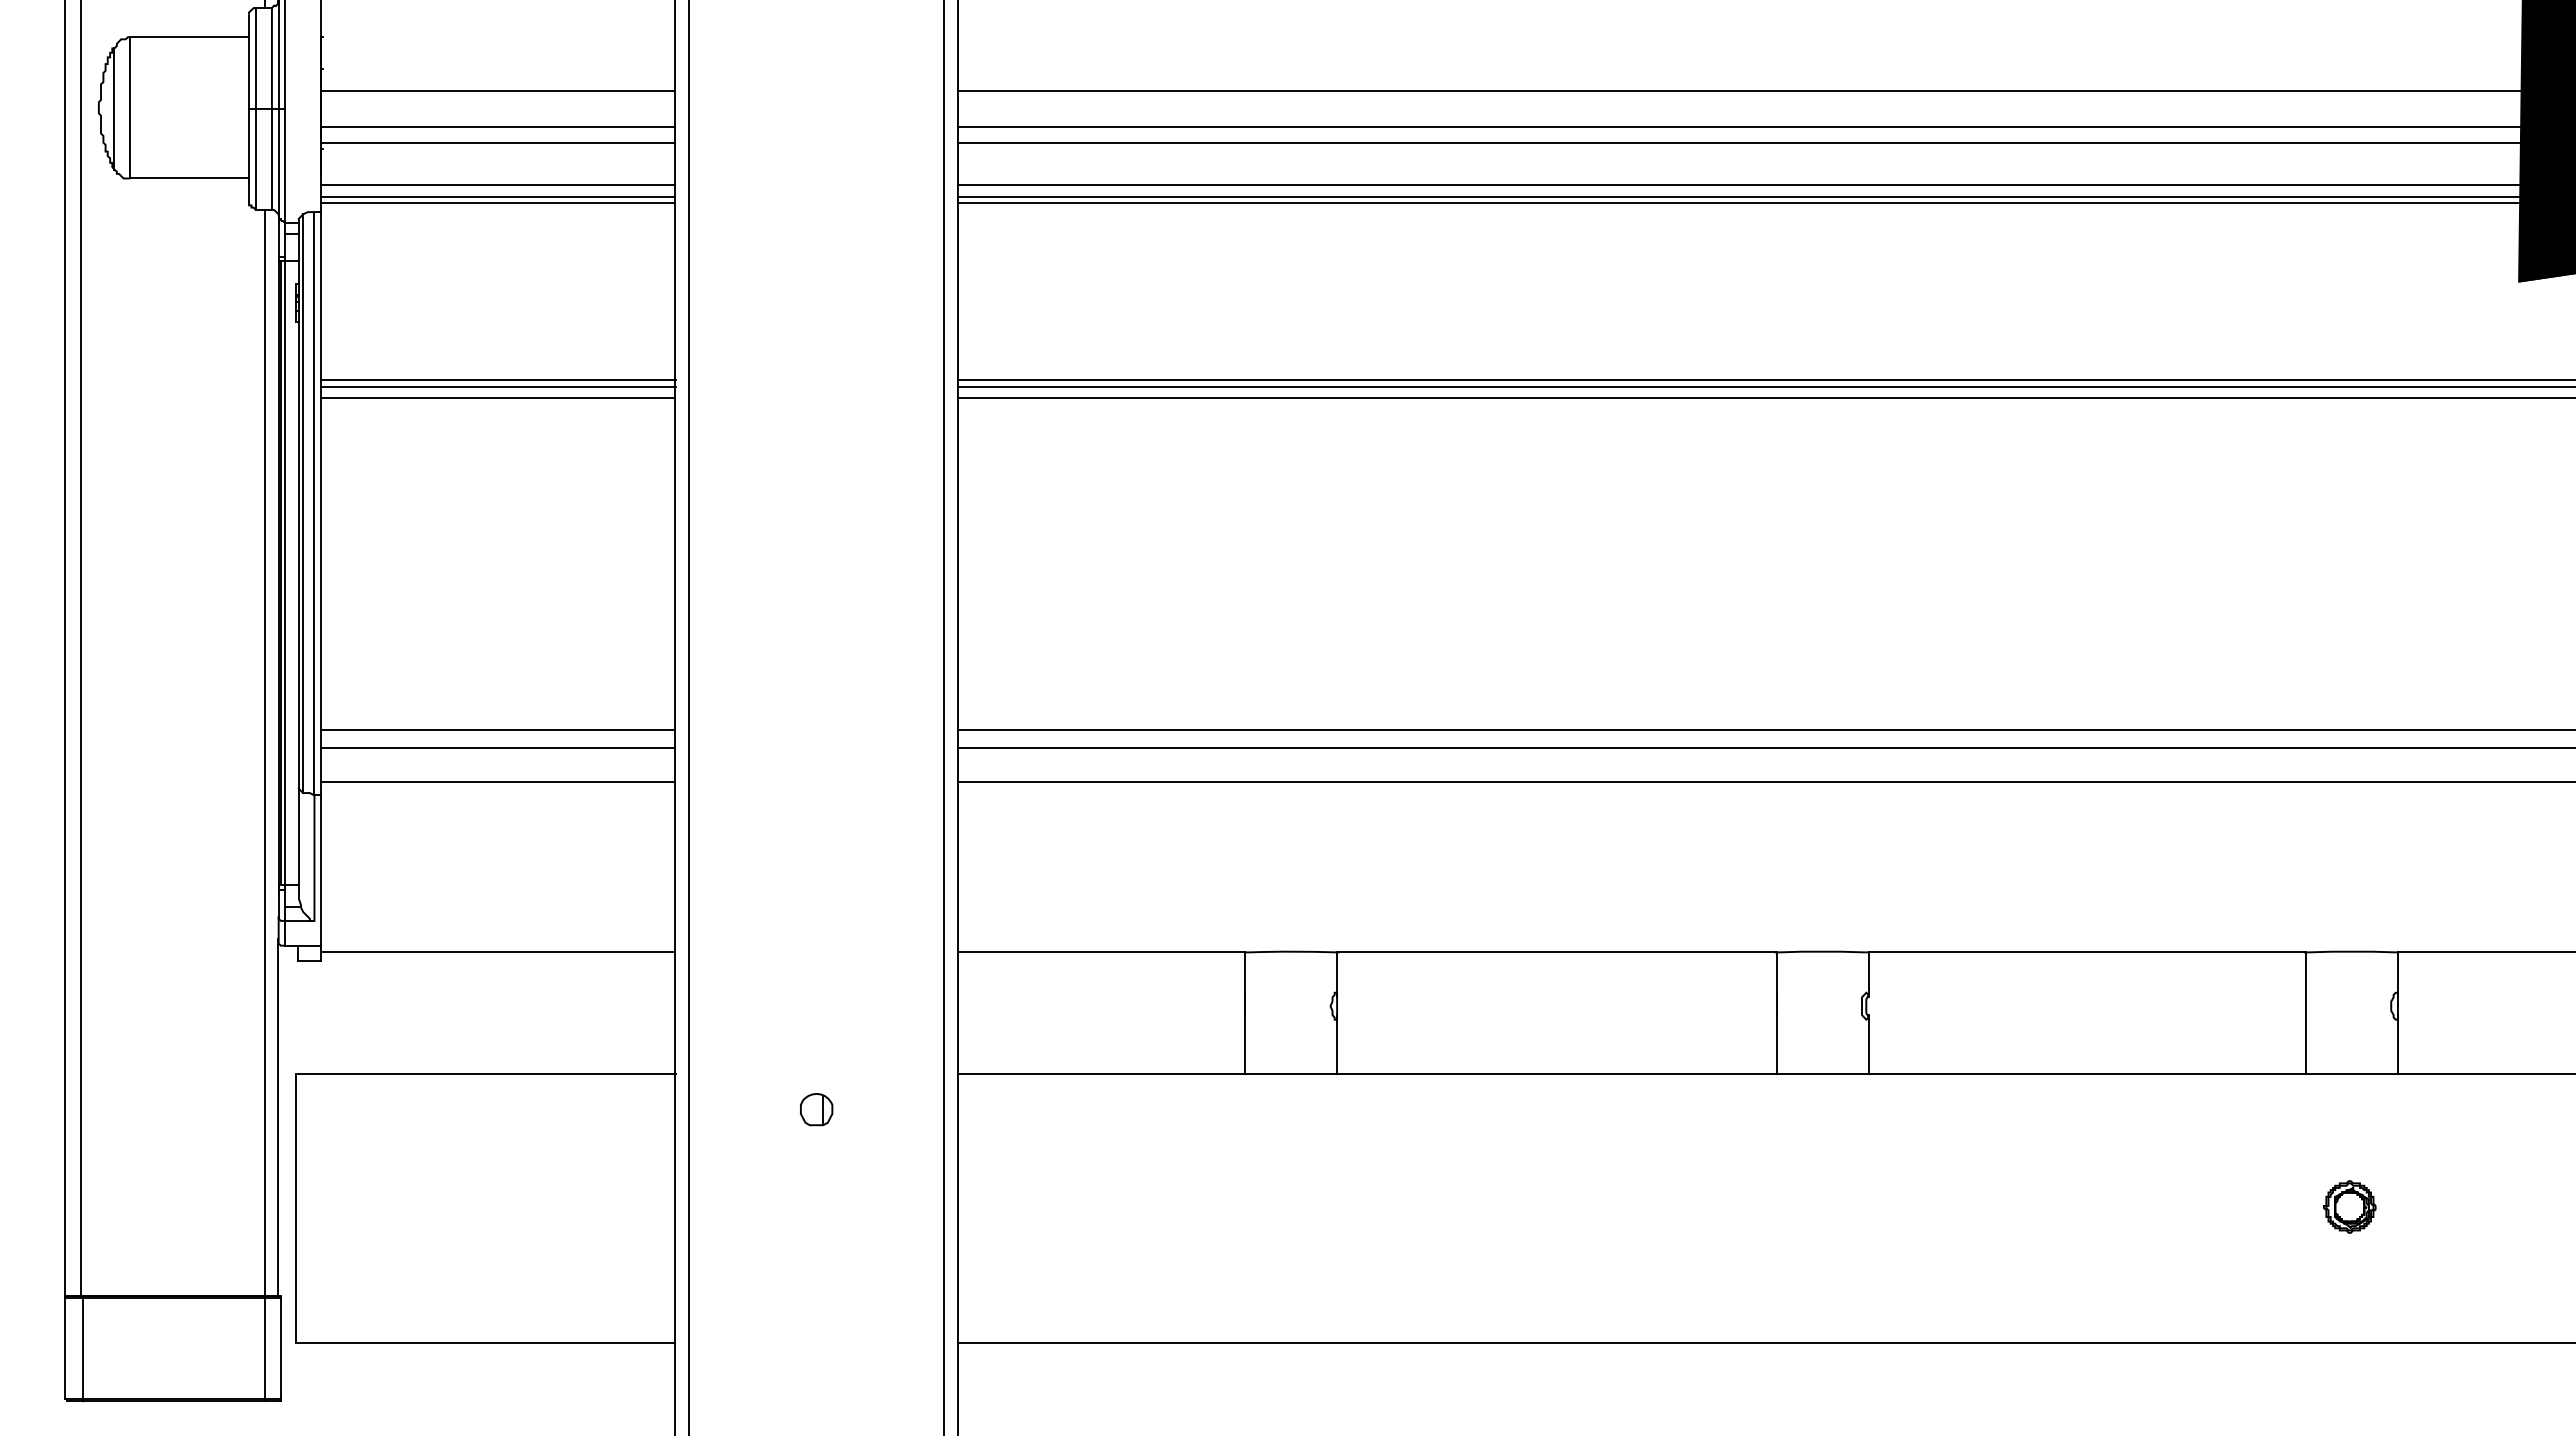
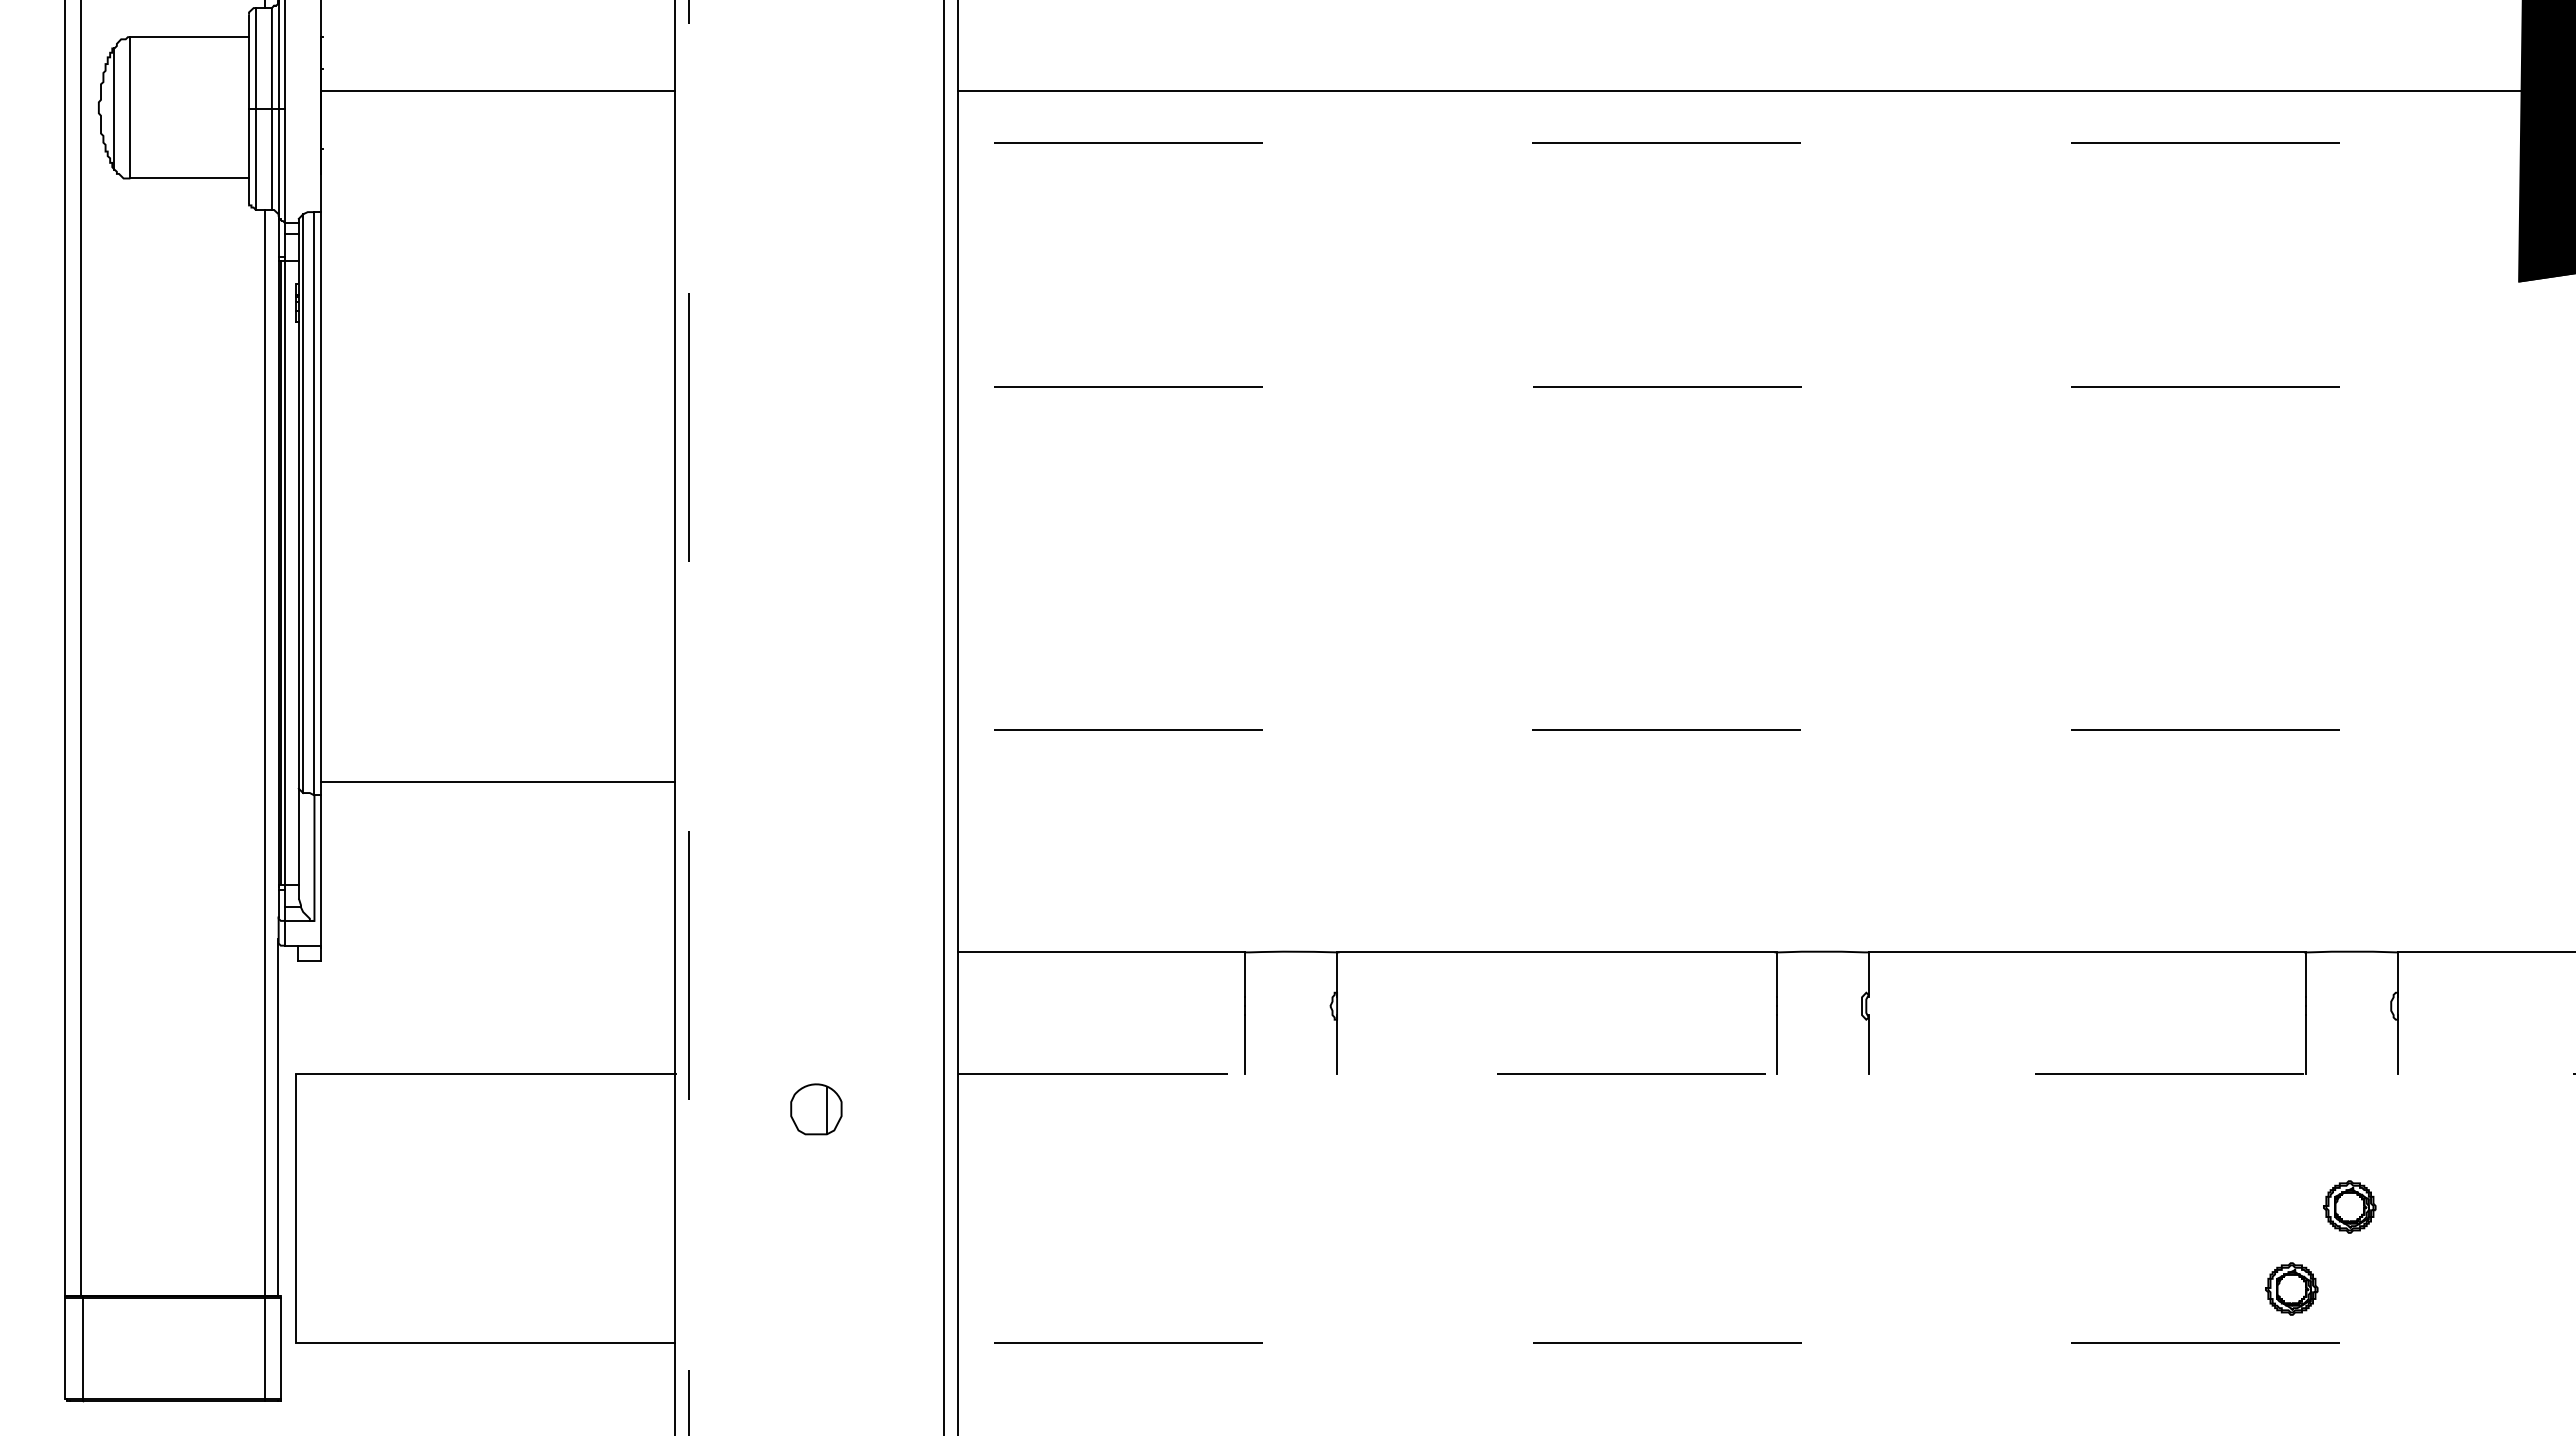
line at (497, 126): present -> none
line at (1764, 126): present -> none
line at (497, 142): present -> none
line at (1765, 142): solid -> dashed
line at (497, 185): present -> none
line at (1764, 185): present -> none
line at (498, 196): present -> none
line at (1765, 196): present -> none
line at (498, 203): present -> none
line at (1765, 203): present -> none
line at (498, 380): present -> none
line at (1765, 380): present -> none
line at (498, 387): present -> none
line at (1766, 387): solid -> dashed
line at (497, 398): present -> none
line at (1765, 398): present -> none
line at (688, 718): solid -> dashed
line at (497, 730): present -> none
line at (1765, 730): solid -> dashed
line at (497, 748): present -> none
line at (1765, 748): present -> none
line at (1765, 781): present -> none
line at (497, 952): present -> none
line at (1767, 1073): solid -> dashed
part at (816, 1109) size: 34x34 px -> 53x53 px
part at (2291, 1288): none -> present
line at (1766, 1342): solid -> dashed
